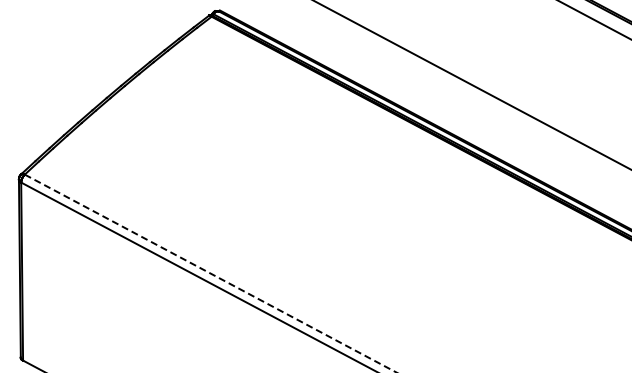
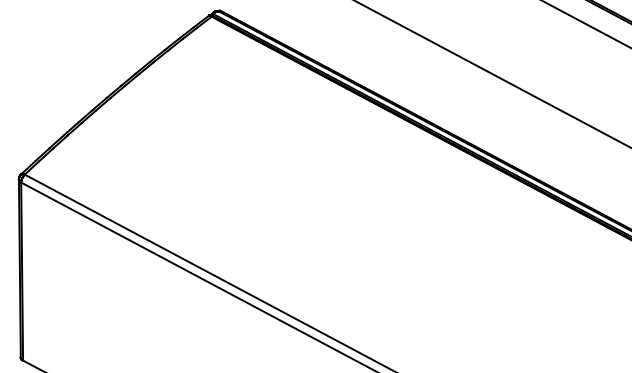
line at (594, 20) position: (594, 20) -> (586, 24)
line at (472, 85) position: (472, 85) -> (492, 74)
line at (210, 273): dashed -> solid
